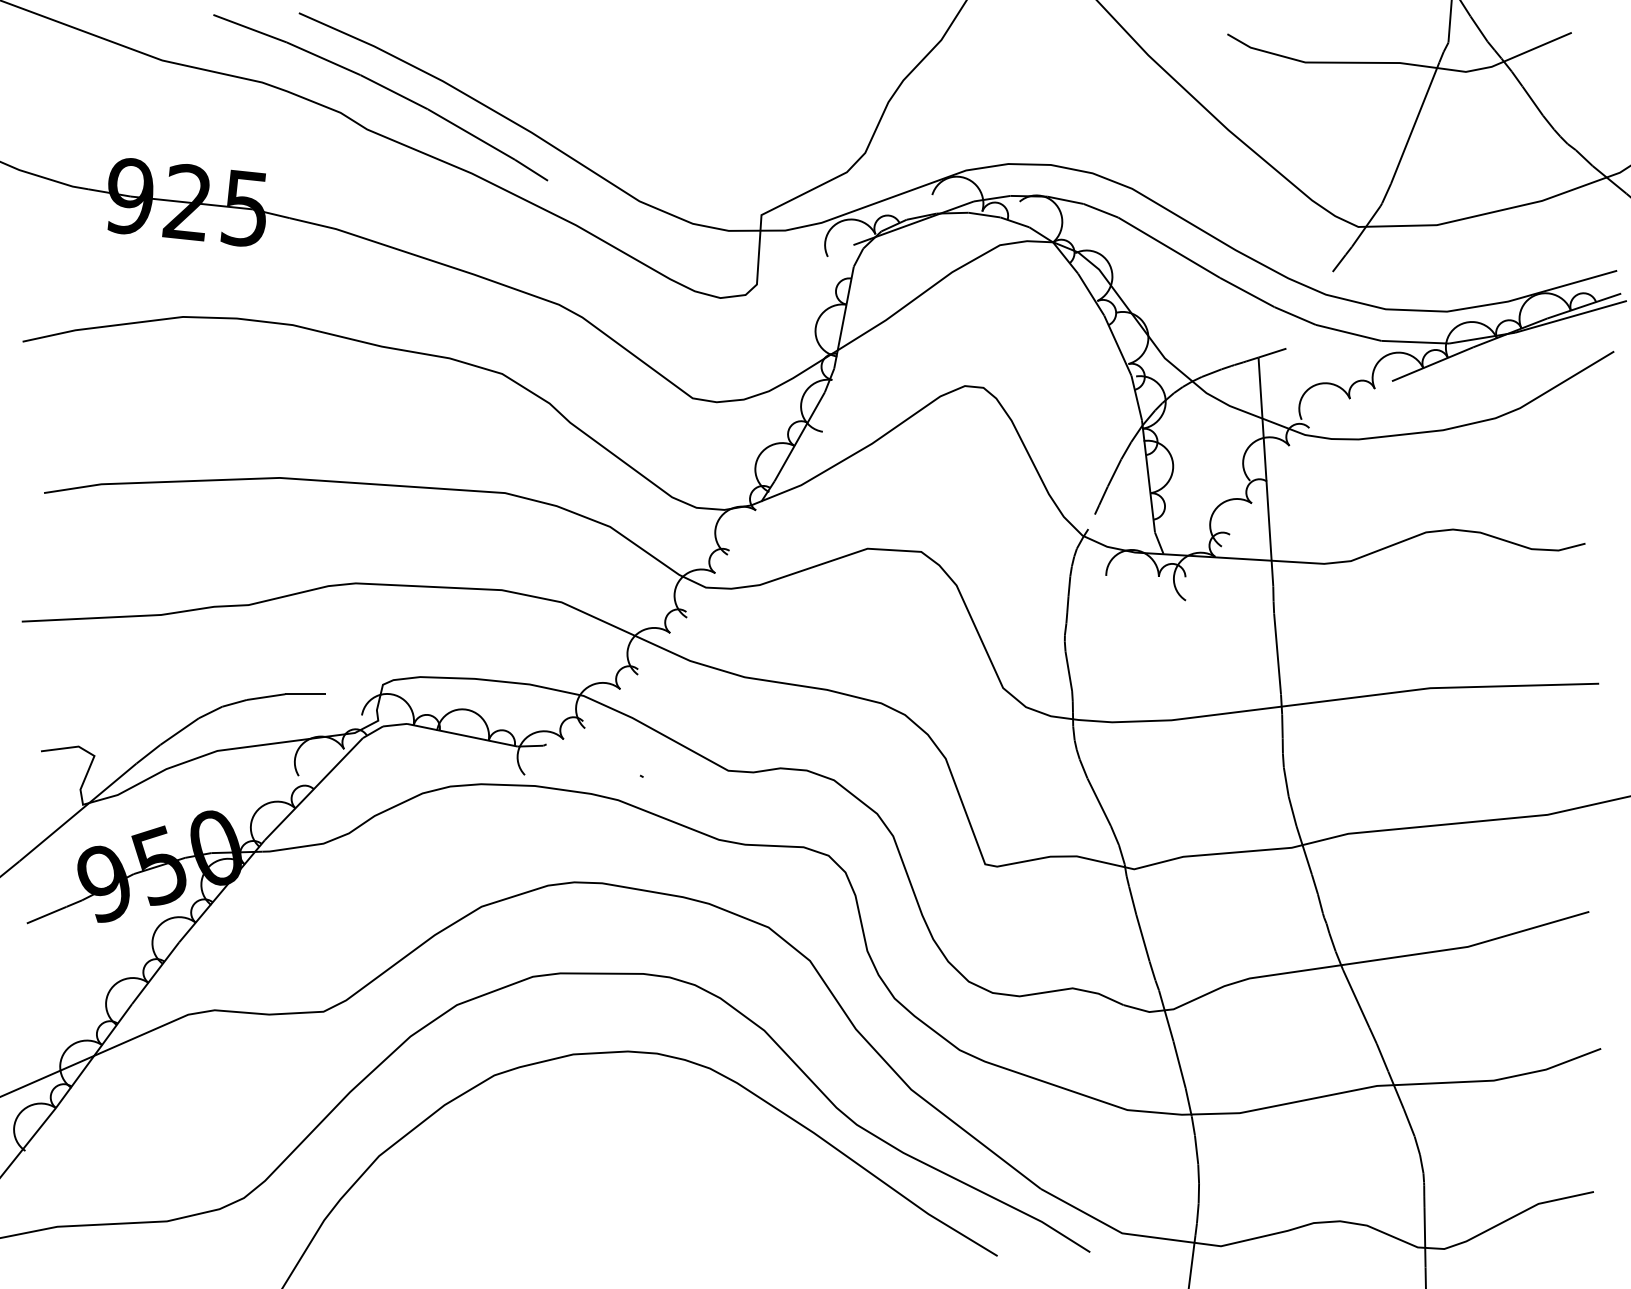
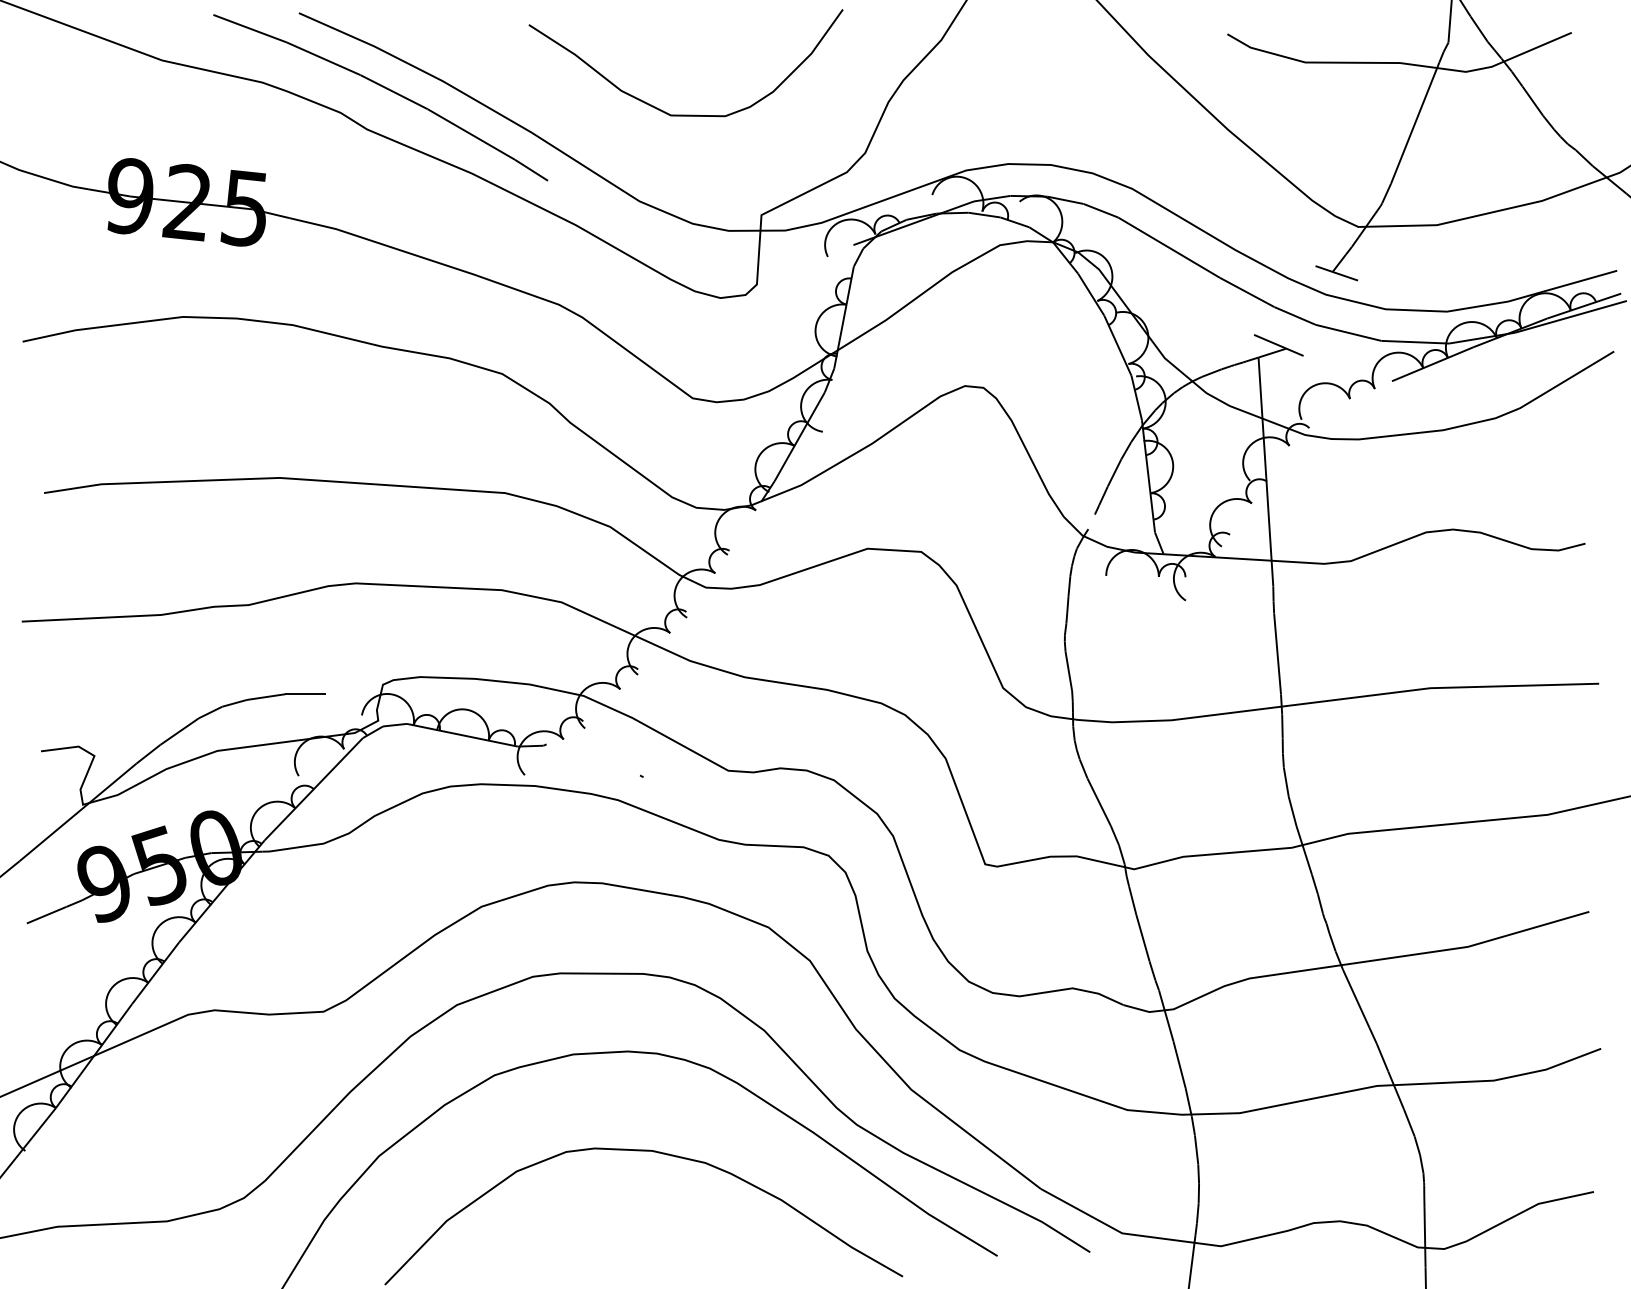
curve at (685, 114): none -> present
line at (1336, 273): none -> present
line at (1278, 344): none -> present
curve at (658, 1153): none -> present
